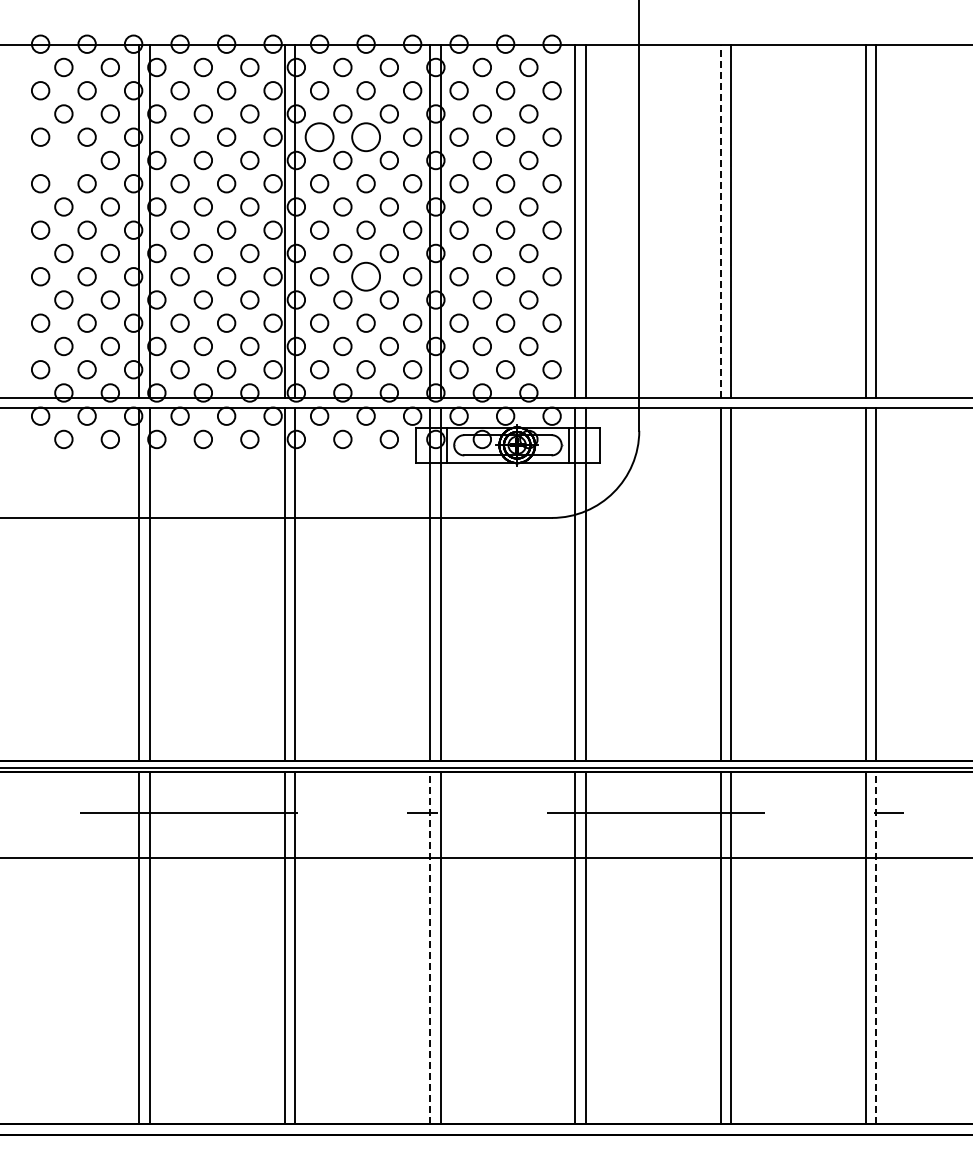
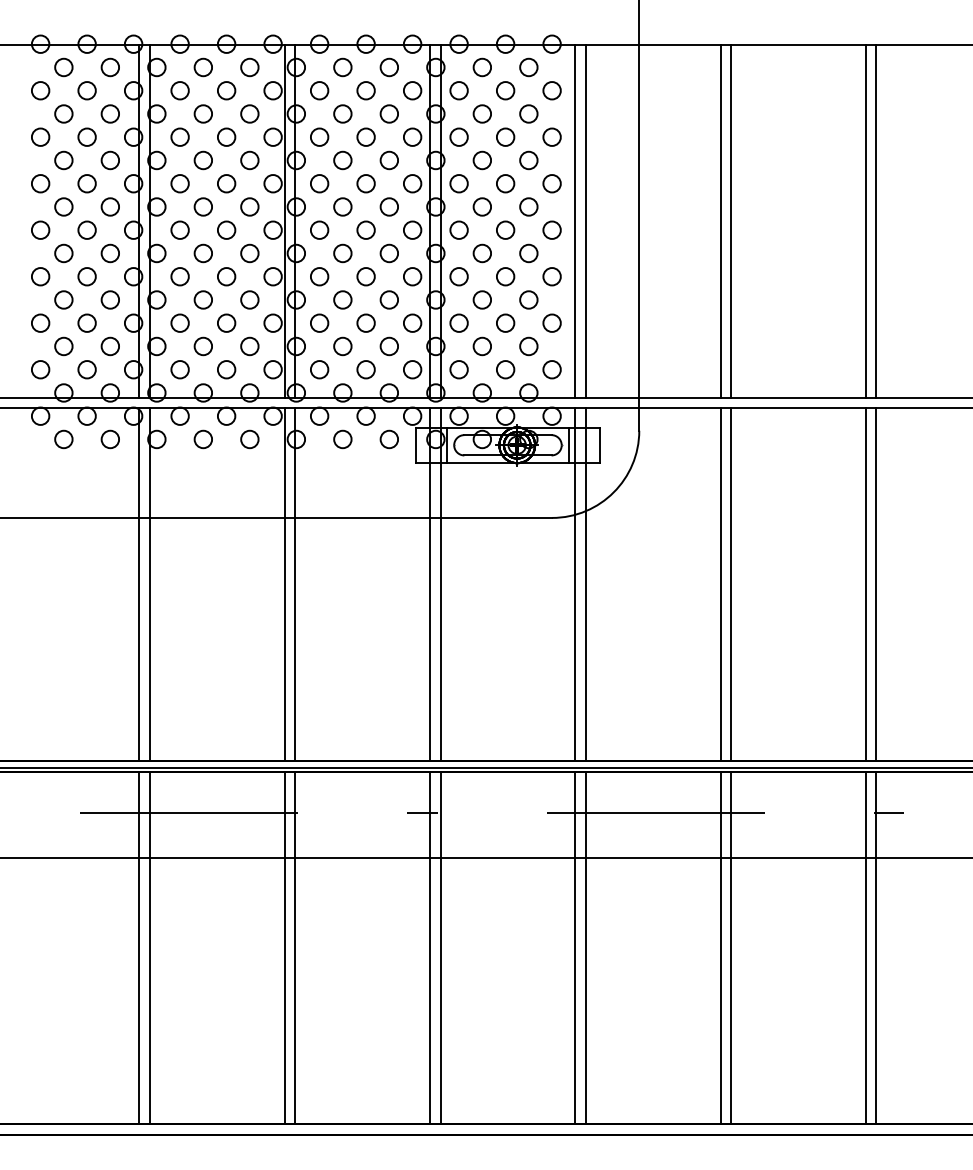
circle at (319, 137) diameter: 28 px -> 17 px
circle at (366, 137) diameter: 28 px -> 17 px
circle at (63, 160): none -> present
line at (720, 221): dashed -> solid
circle at (366, 276) diameter: 28 px -> 17 px
line at (430, 947): dashed -> solid
line at (876, 947): dashed -> solid
